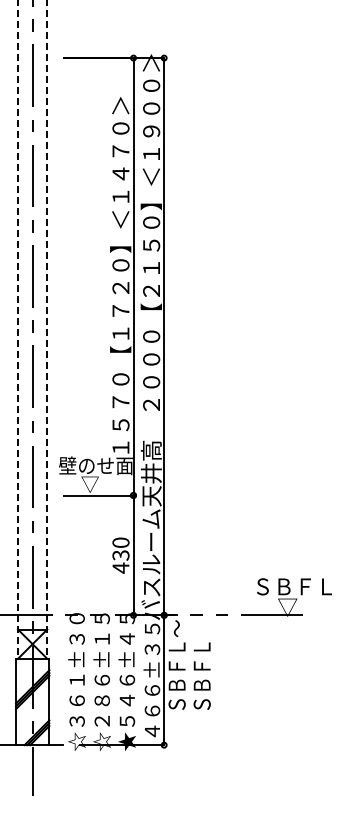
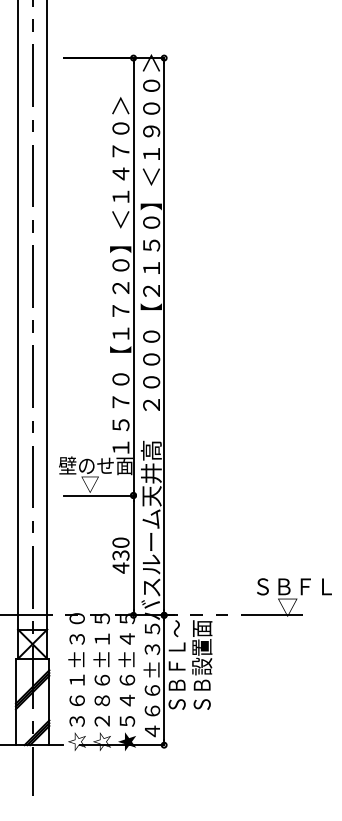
line at (18, 329): dashed -> solid
line at (47, 329): dashed -> solid
text at (202, 647): ＳＢＦＬ -> ＳＢ設置面
